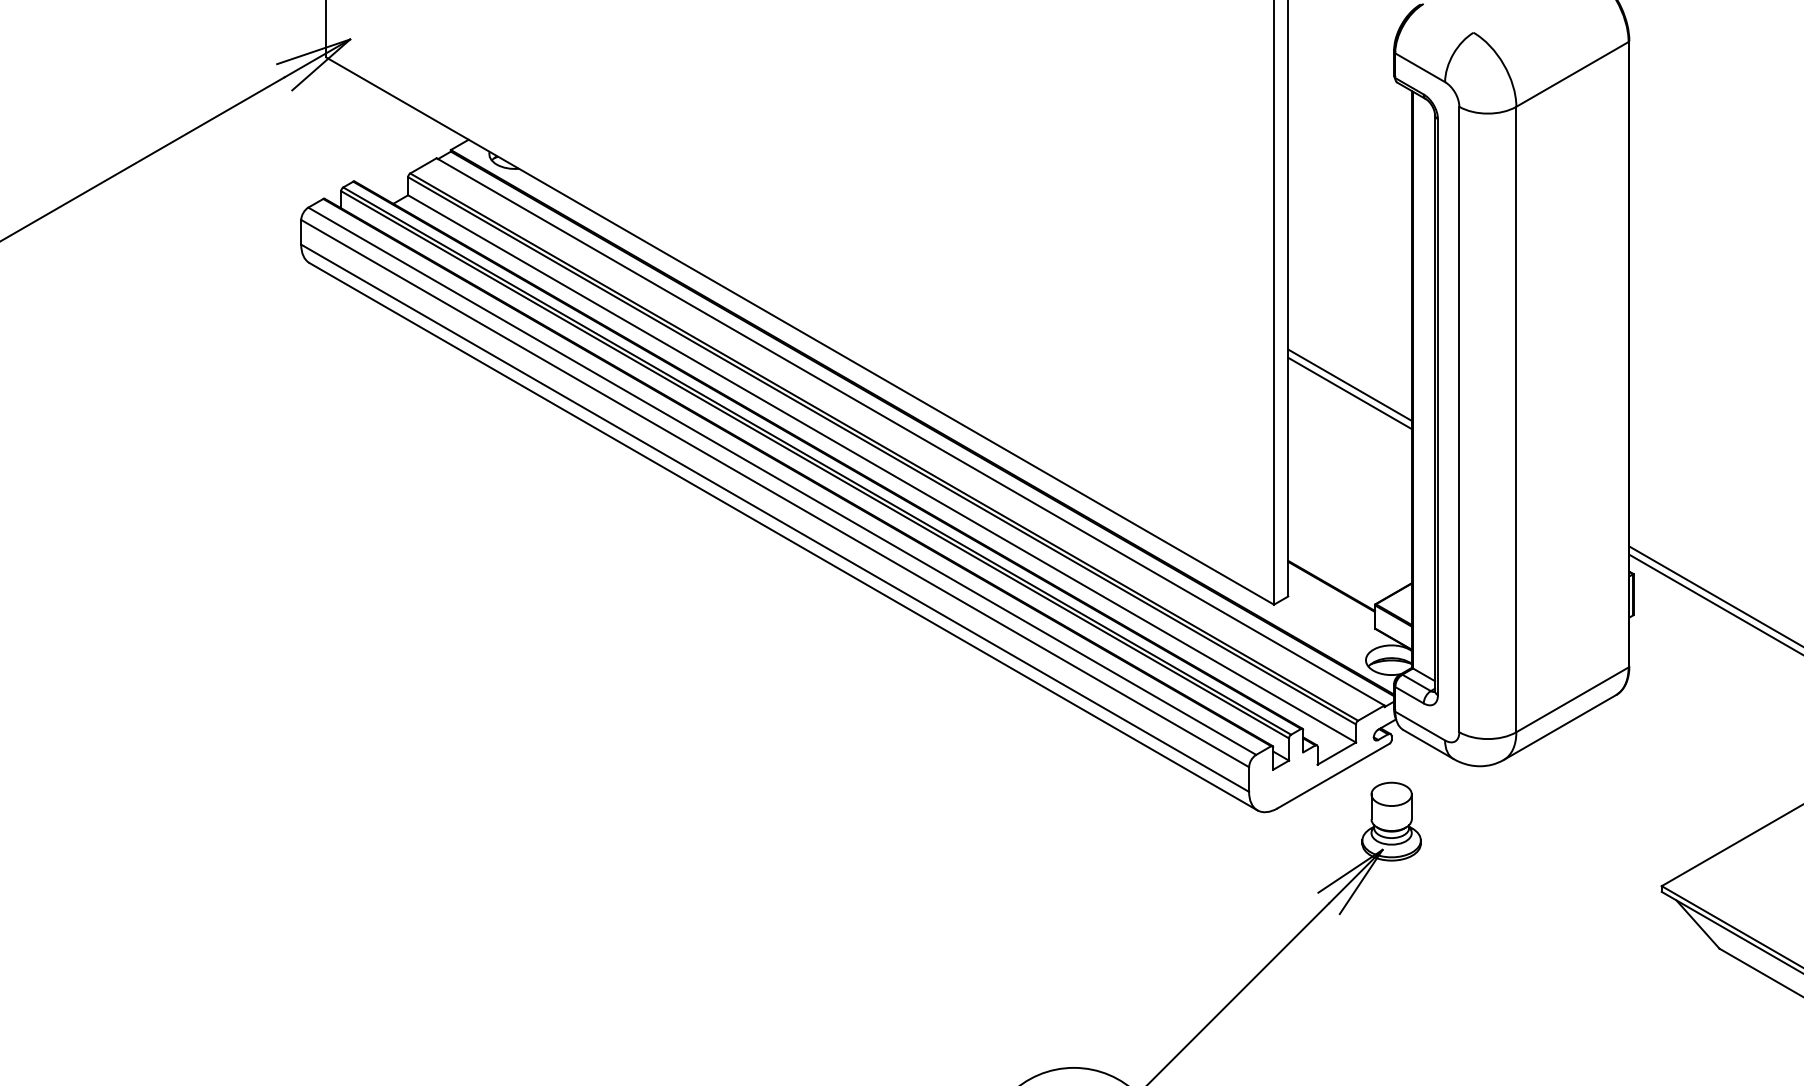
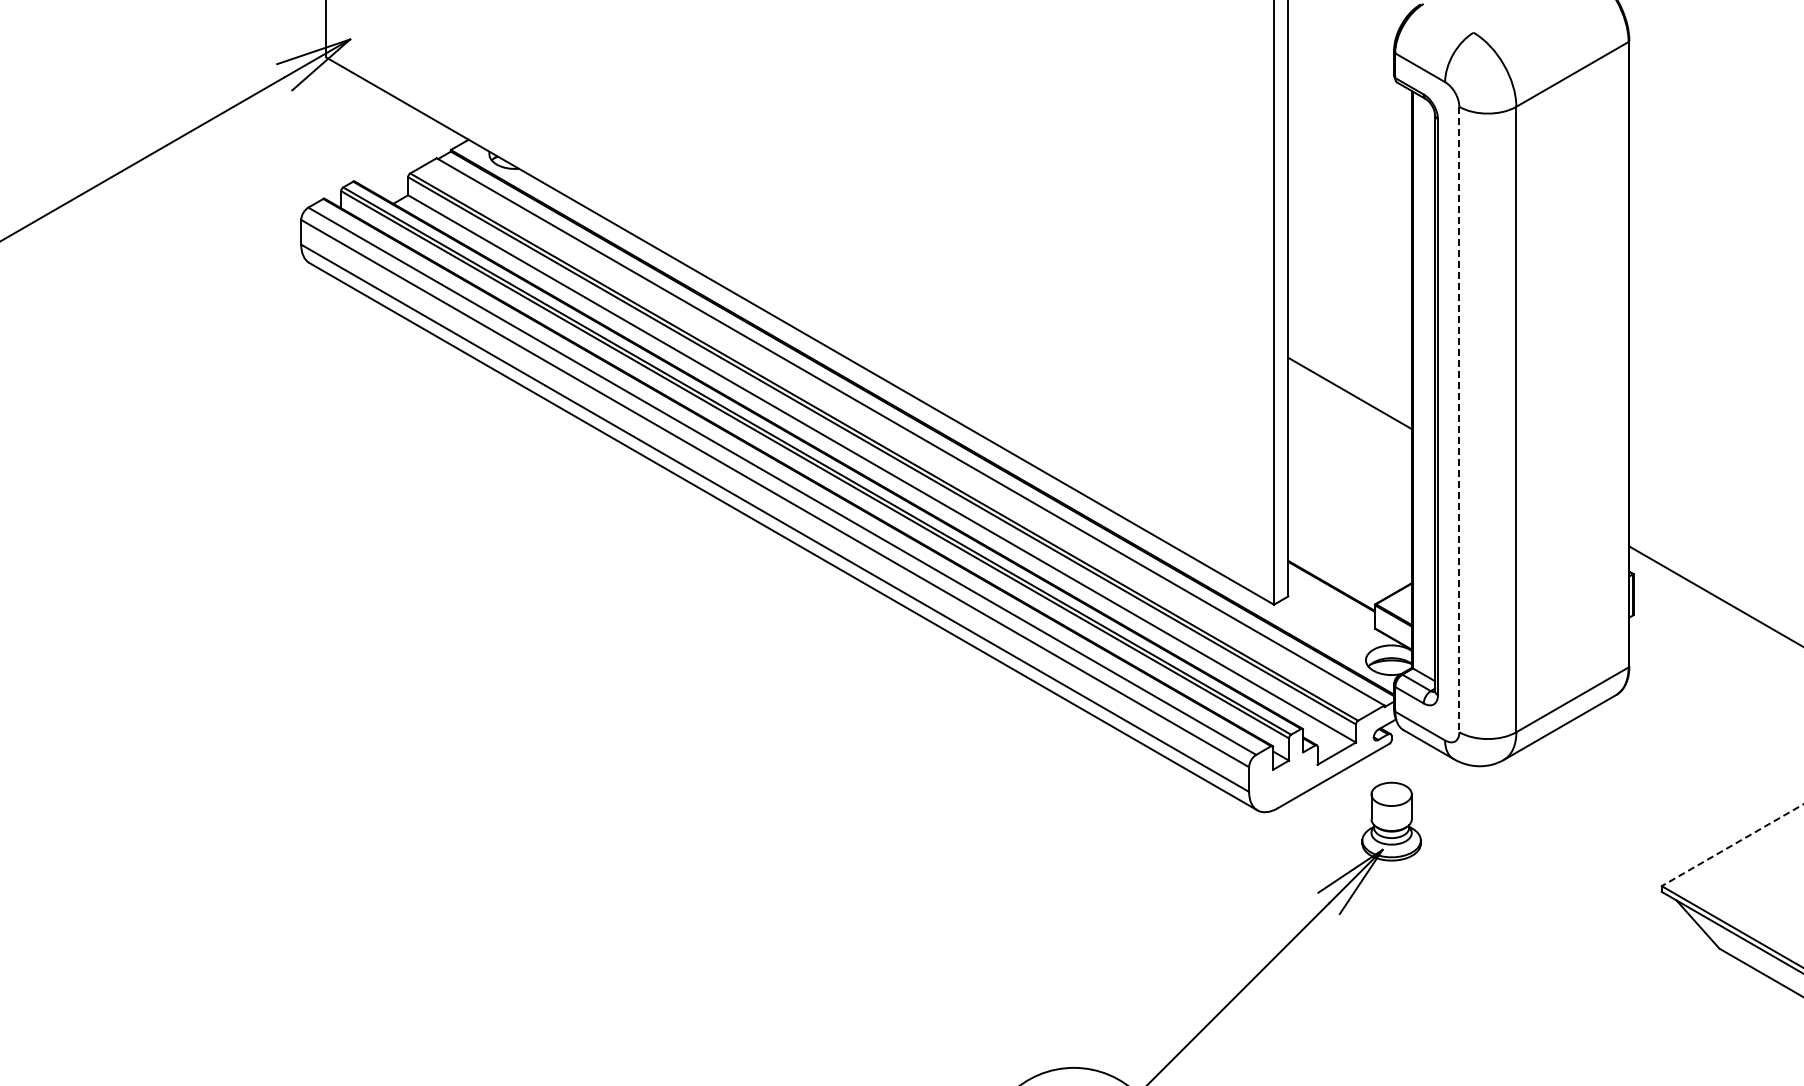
line at (1349, 384): present -> none
line at (1459, 419): solid -> dashed
line at (1714, 603): present -> none
line at (1732, 845): solid -> dashed
